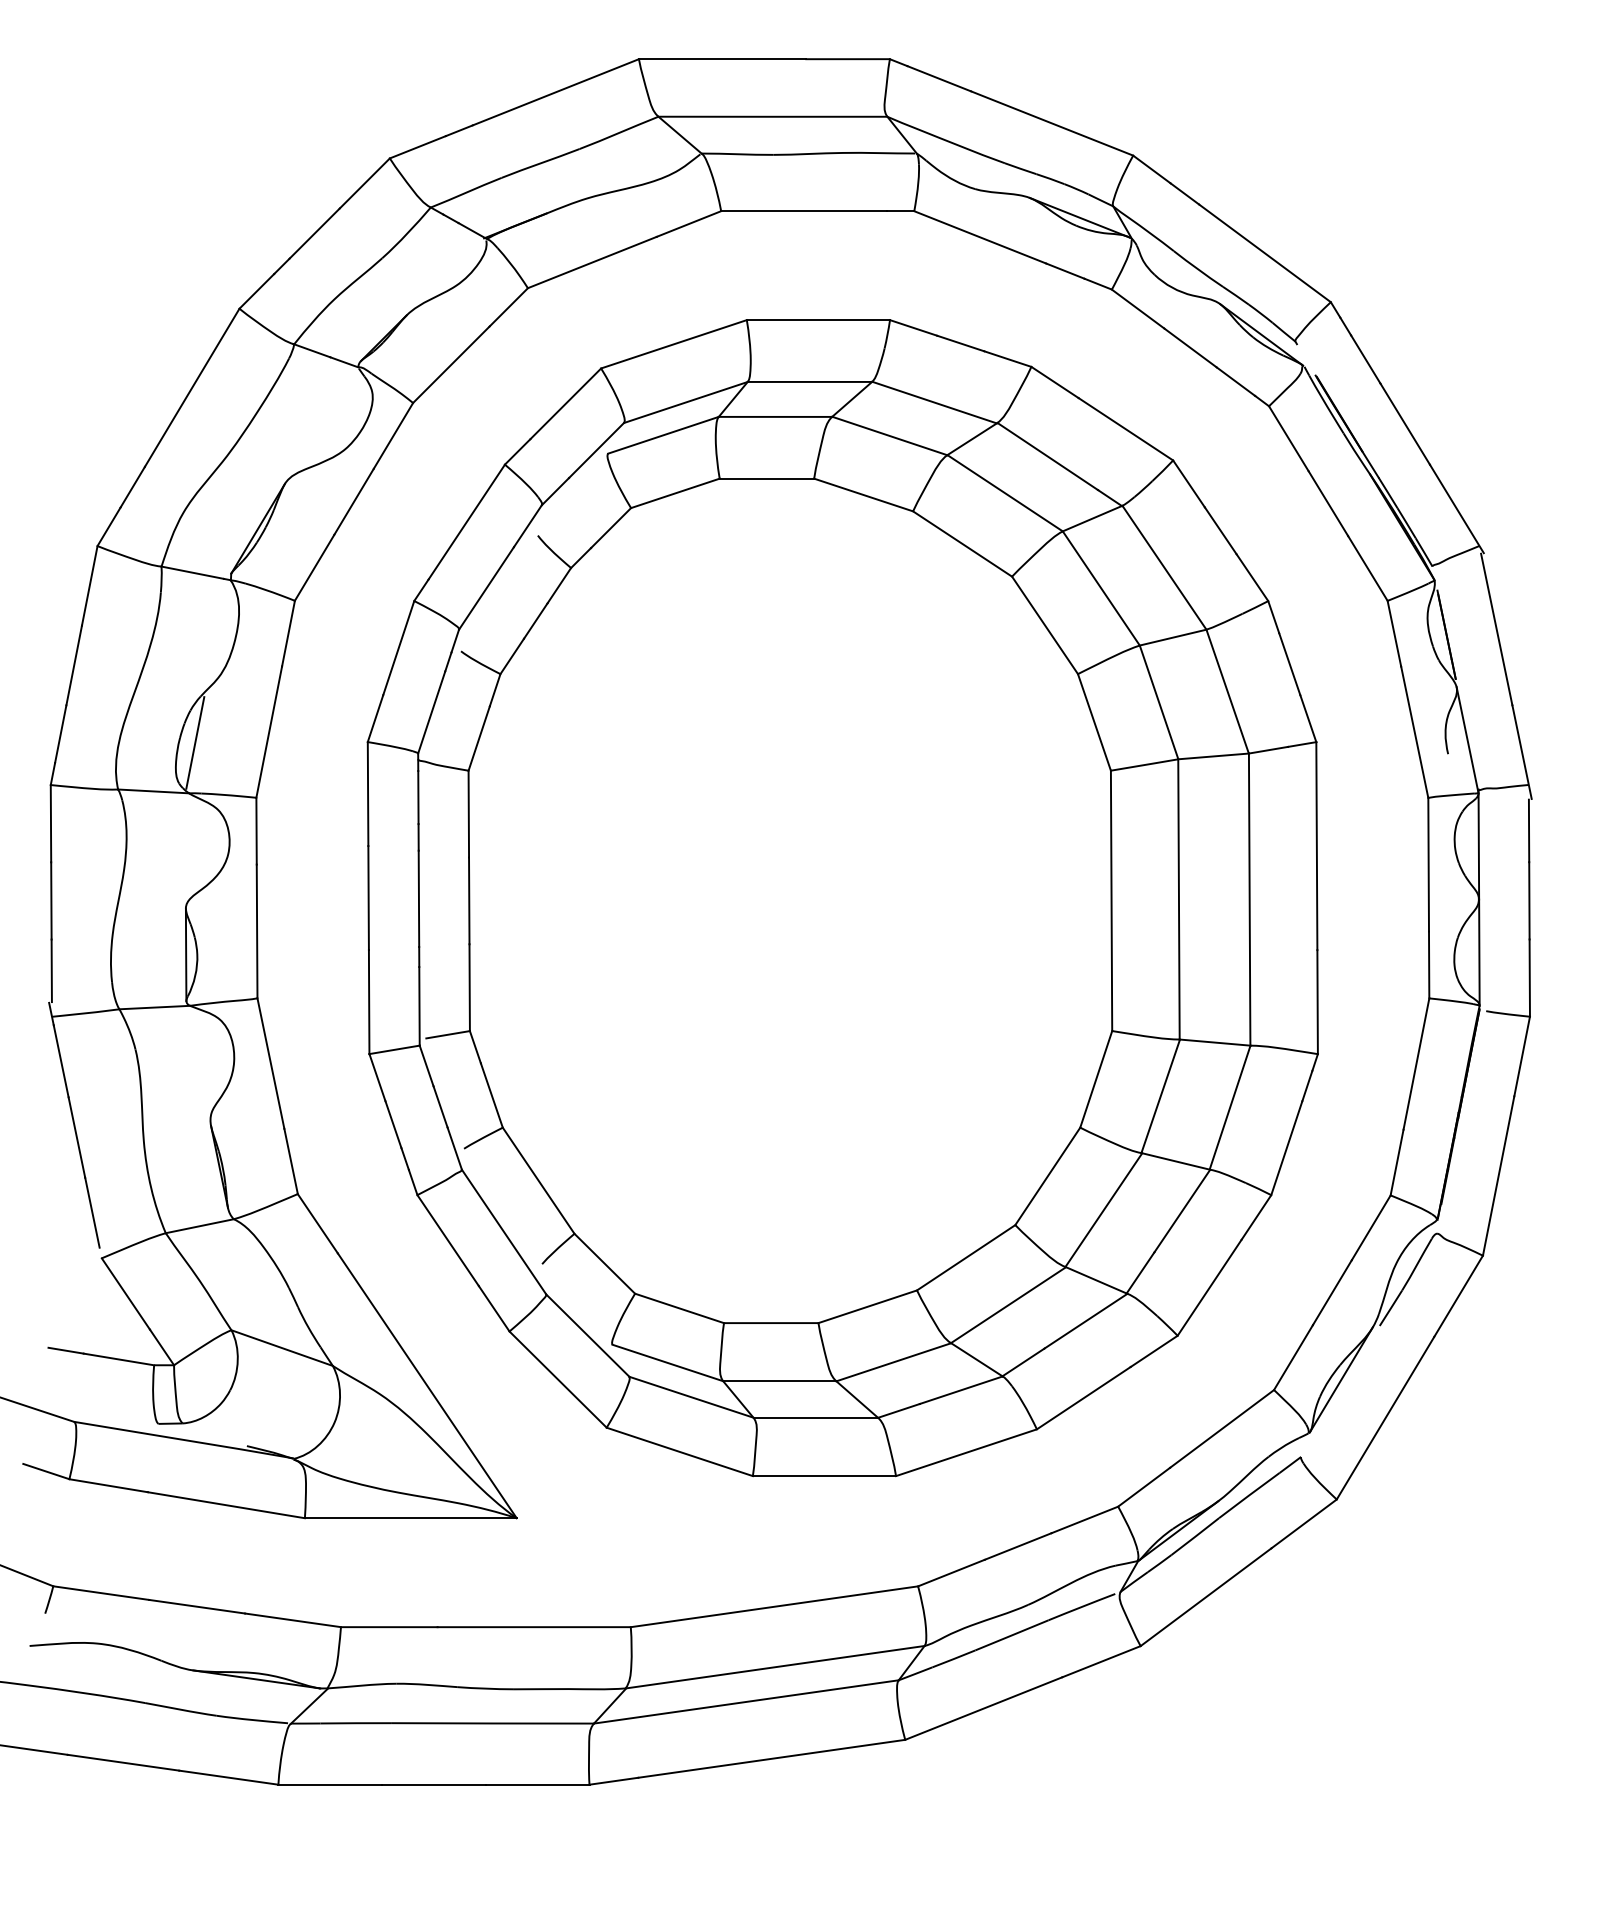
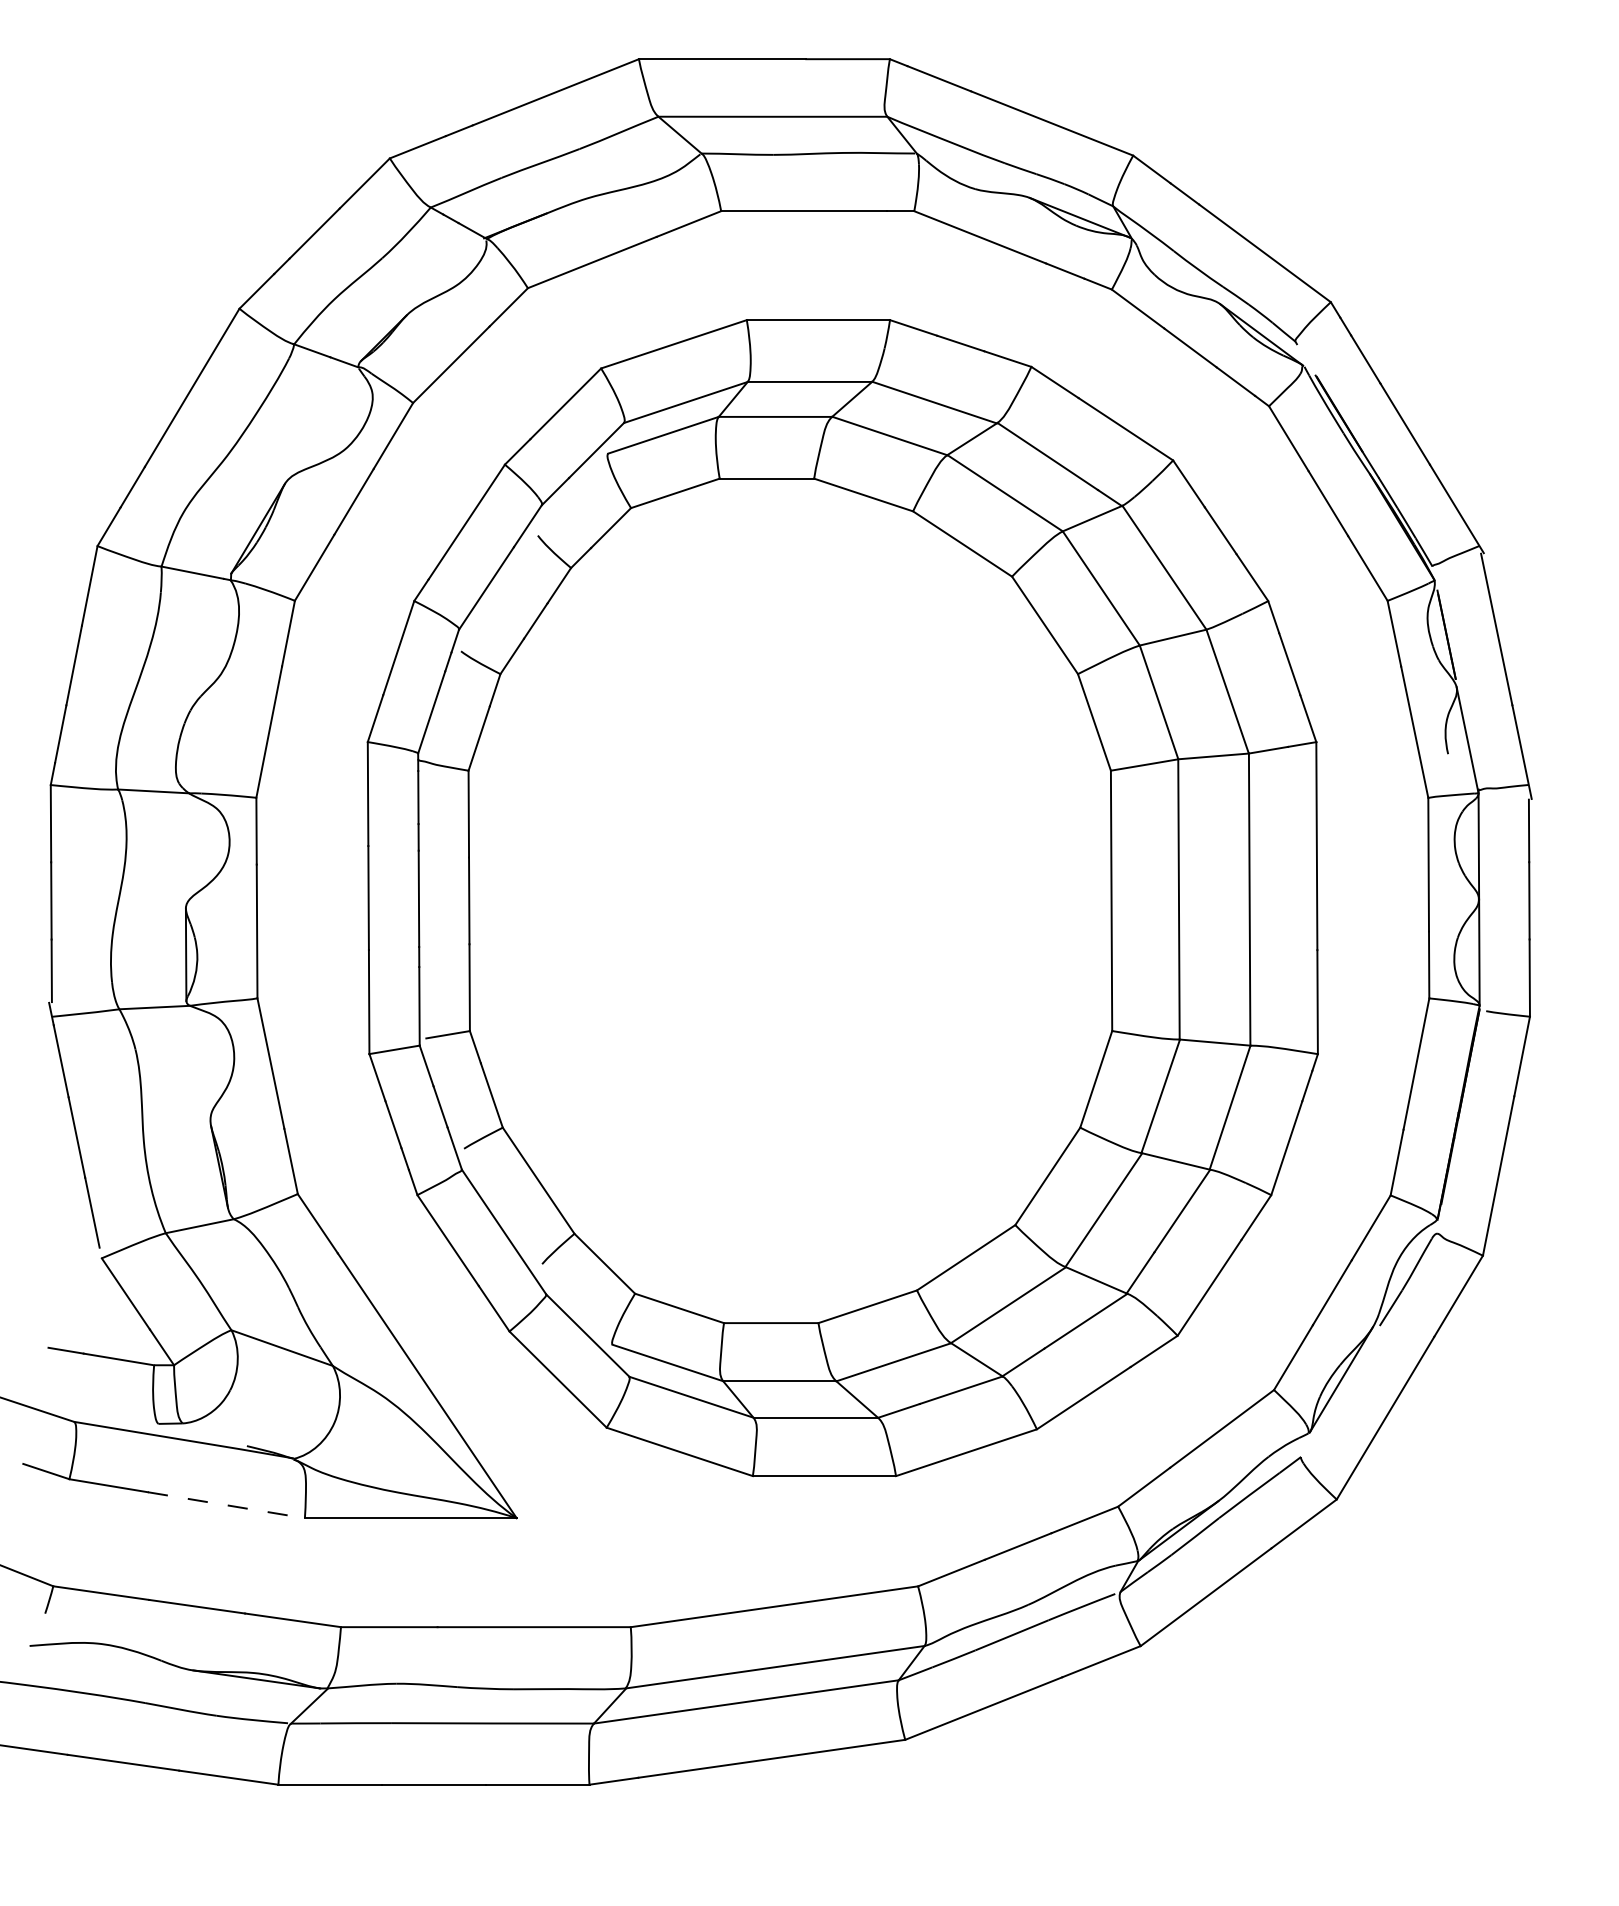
line at (195, 742): present -> none
line at (226, 1505): solid -> dashed
